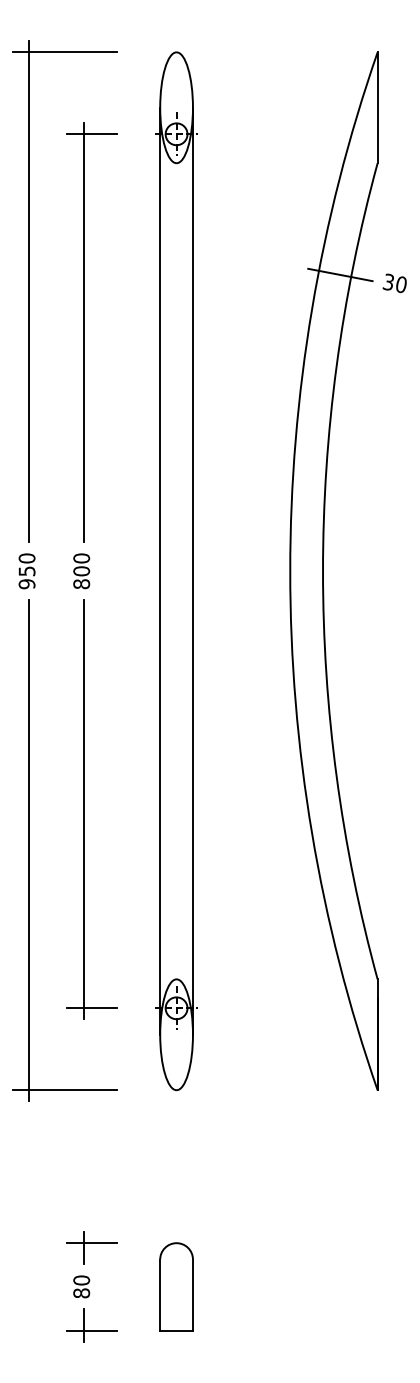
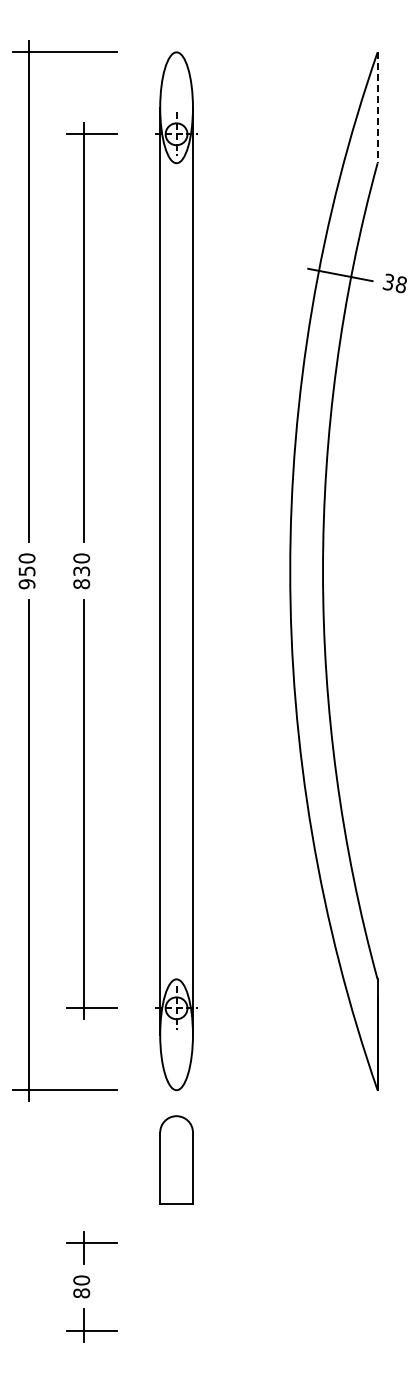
line at (377, 108): solid -> dashed
text at (400, 284): 30 -> 38
text at (81, 571): 800 -> 830
part at (176, 1286) position: (176, 1286) -> (176, 1159)
